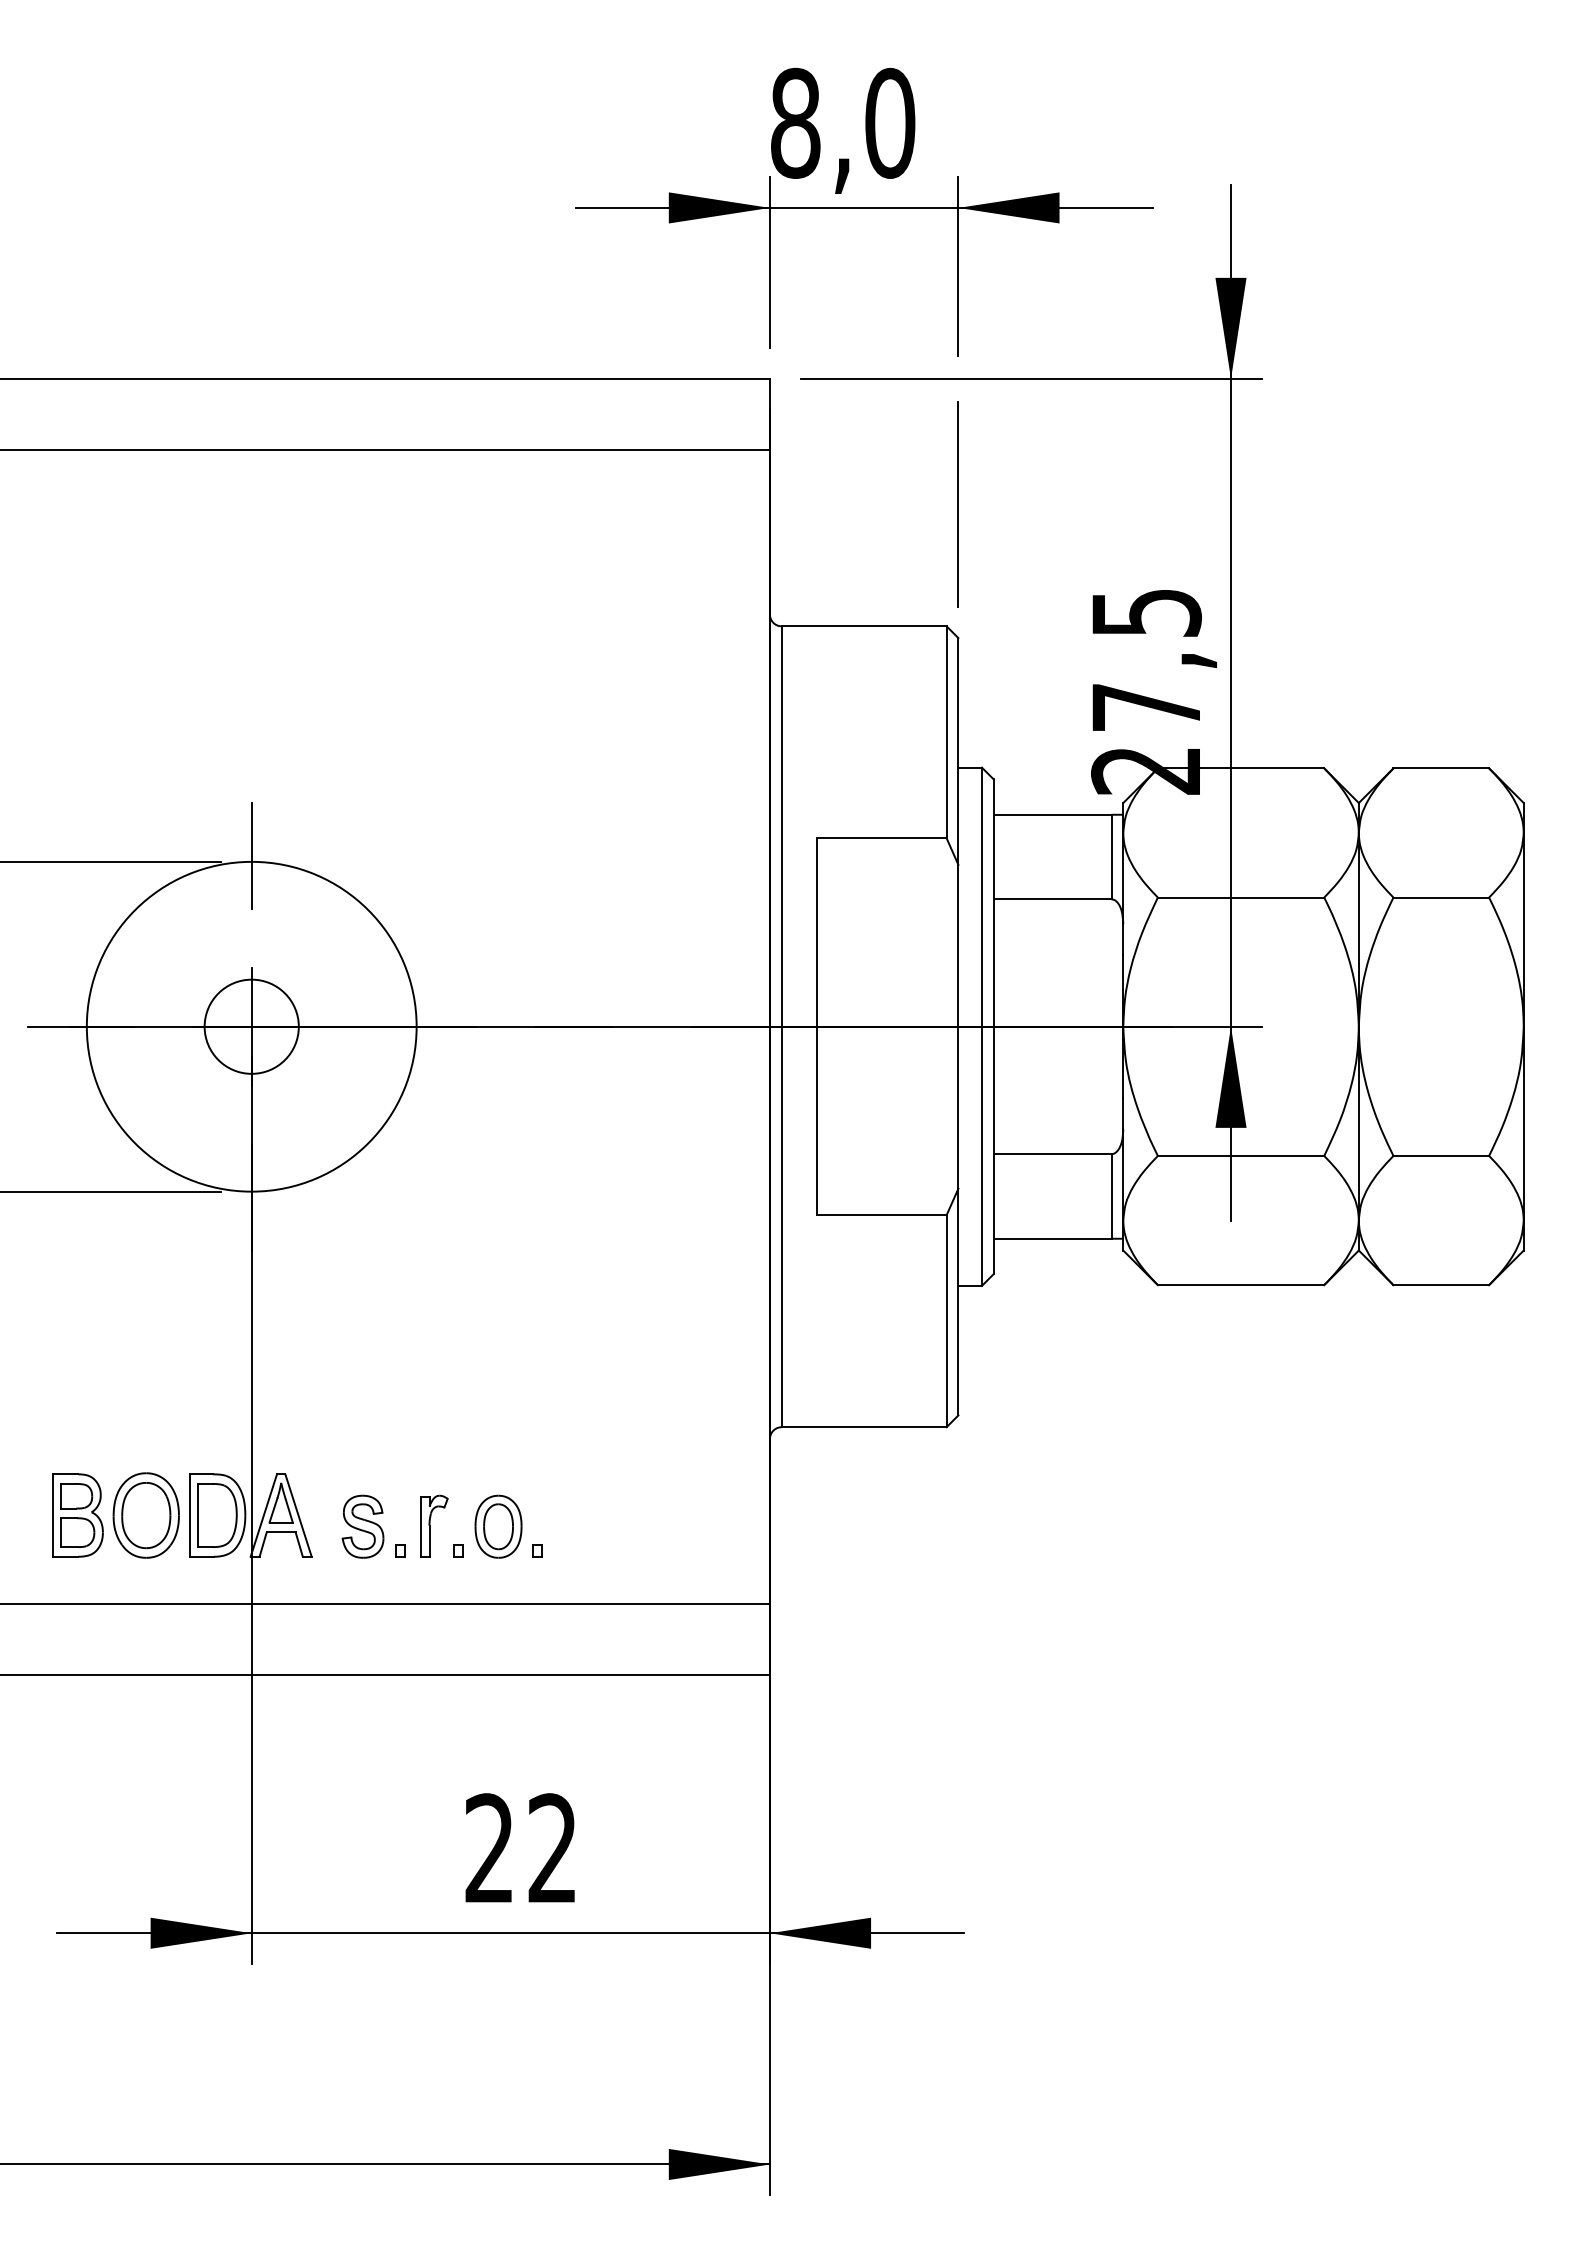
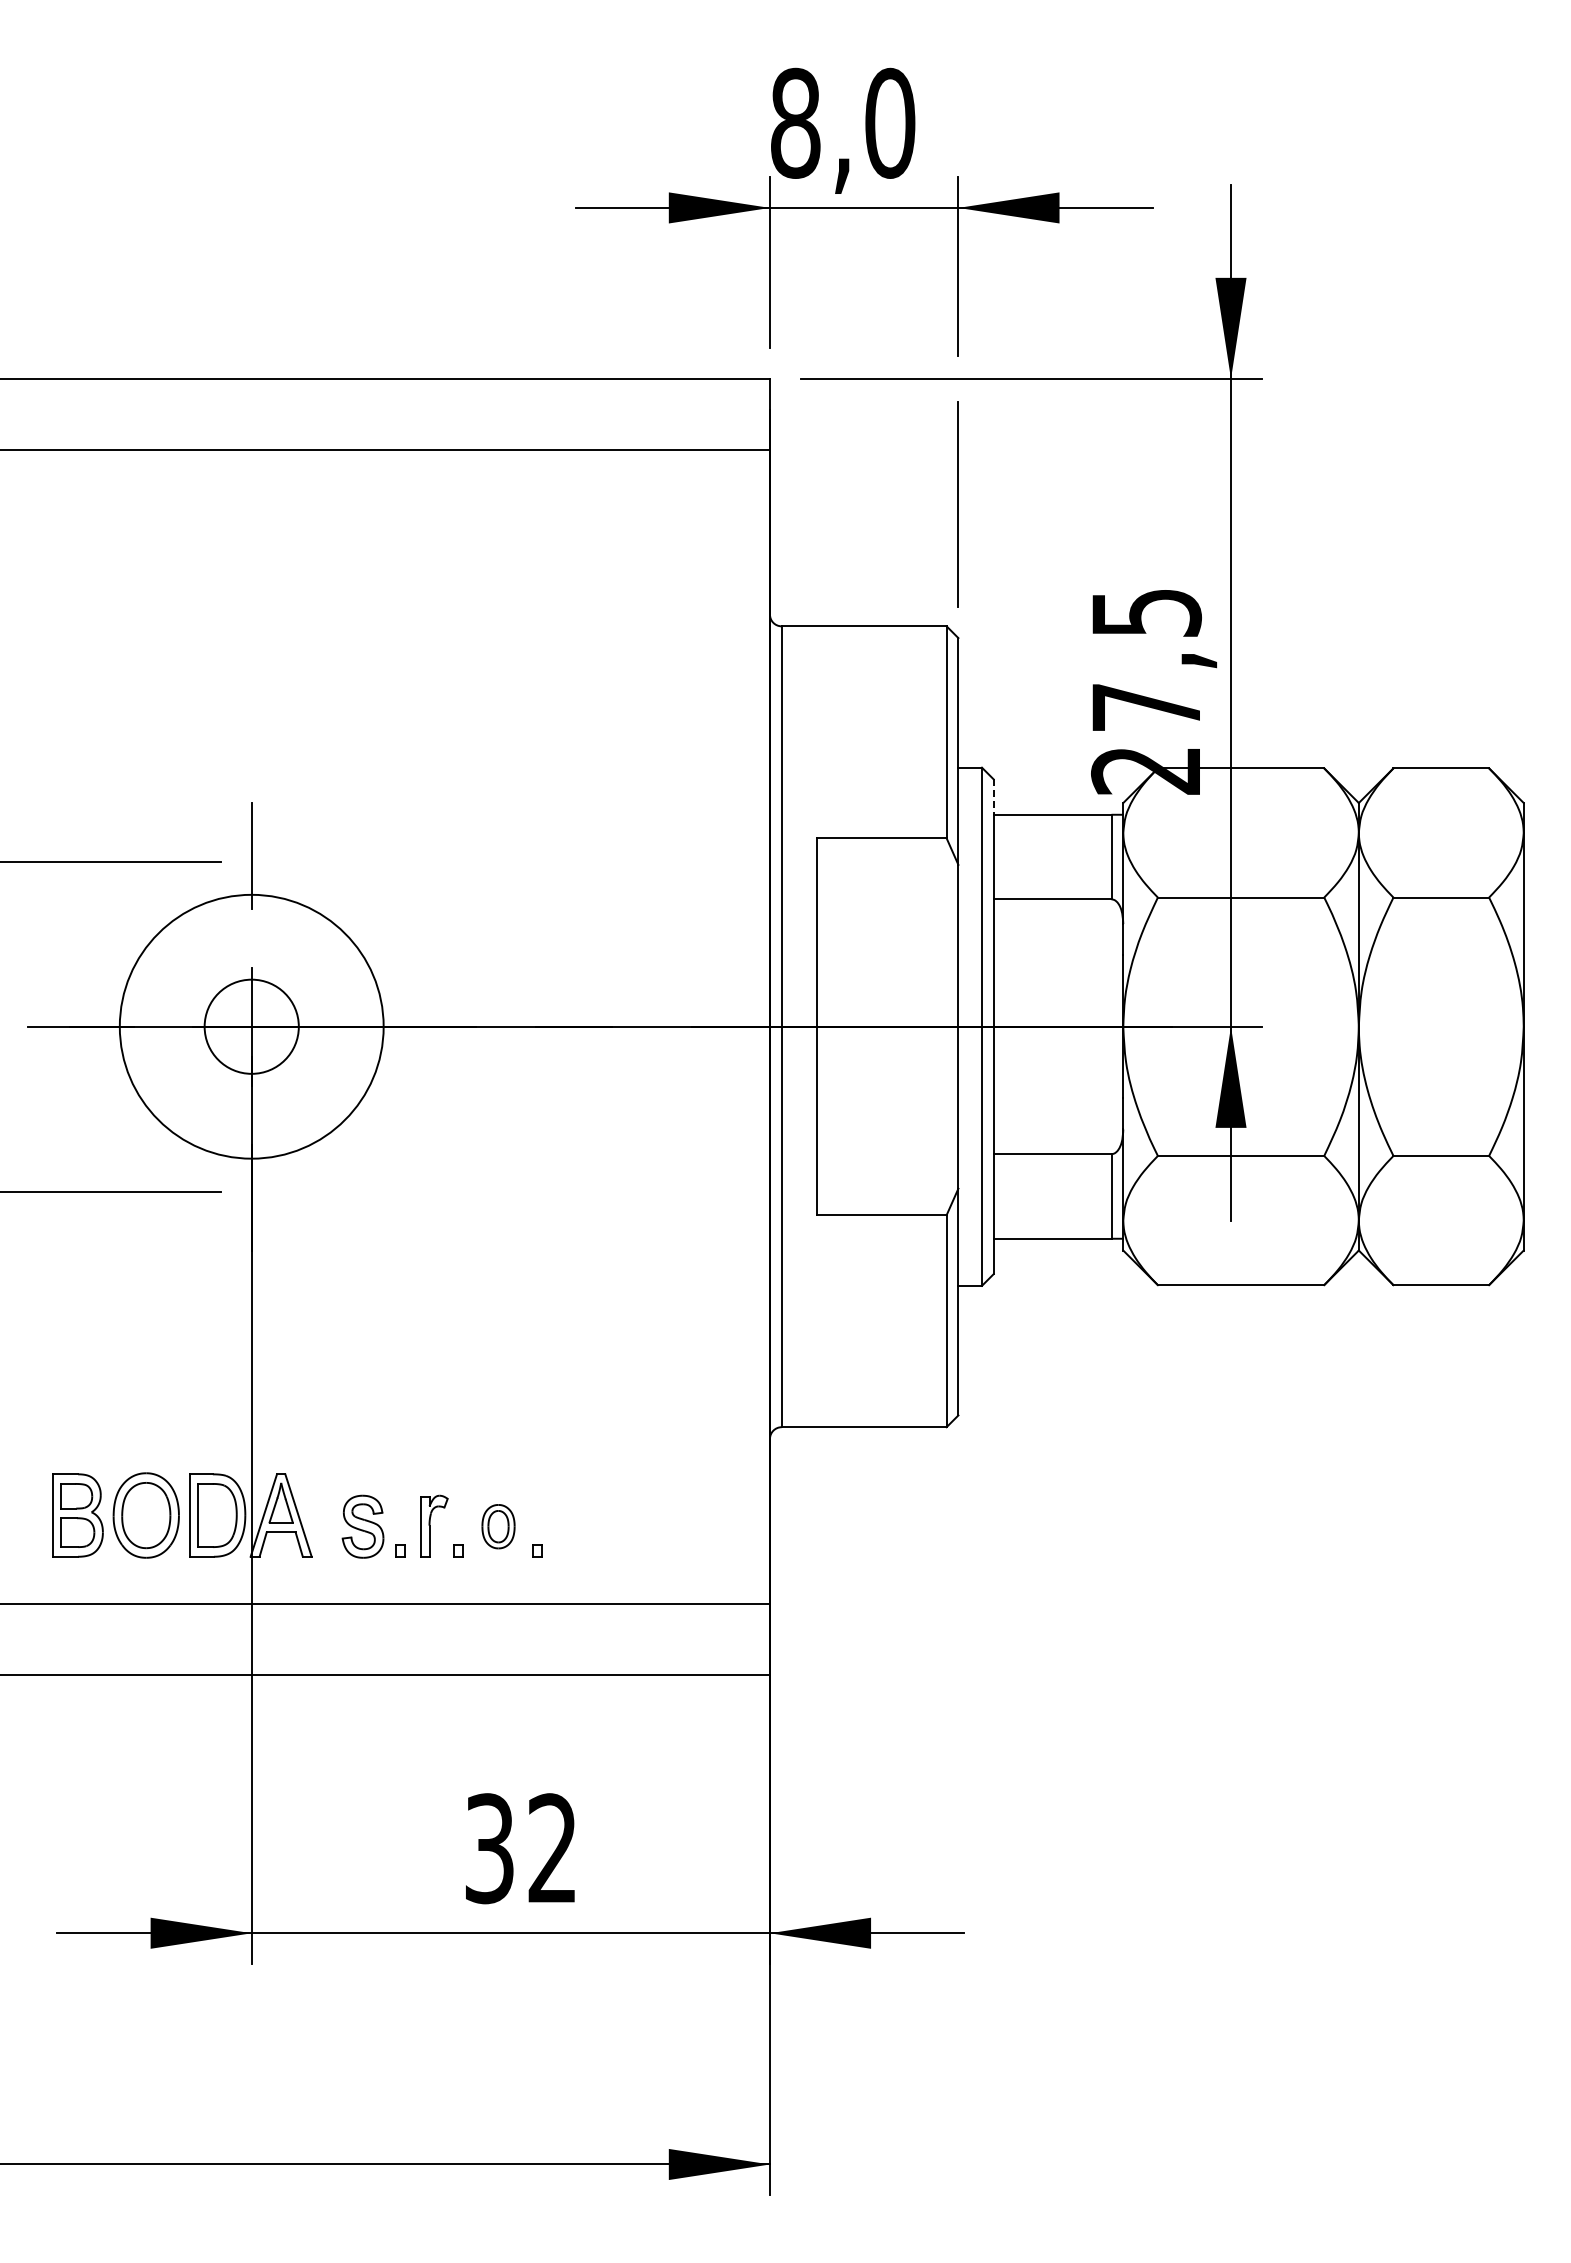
line at (993, 797): solid -> dashed
circle at (251, 1026) diameter: 330 px -> 264 px
part at (498, 1526) size: 49x65 px -> 35x46 px
text at (489, 1848): 22 -> 32
